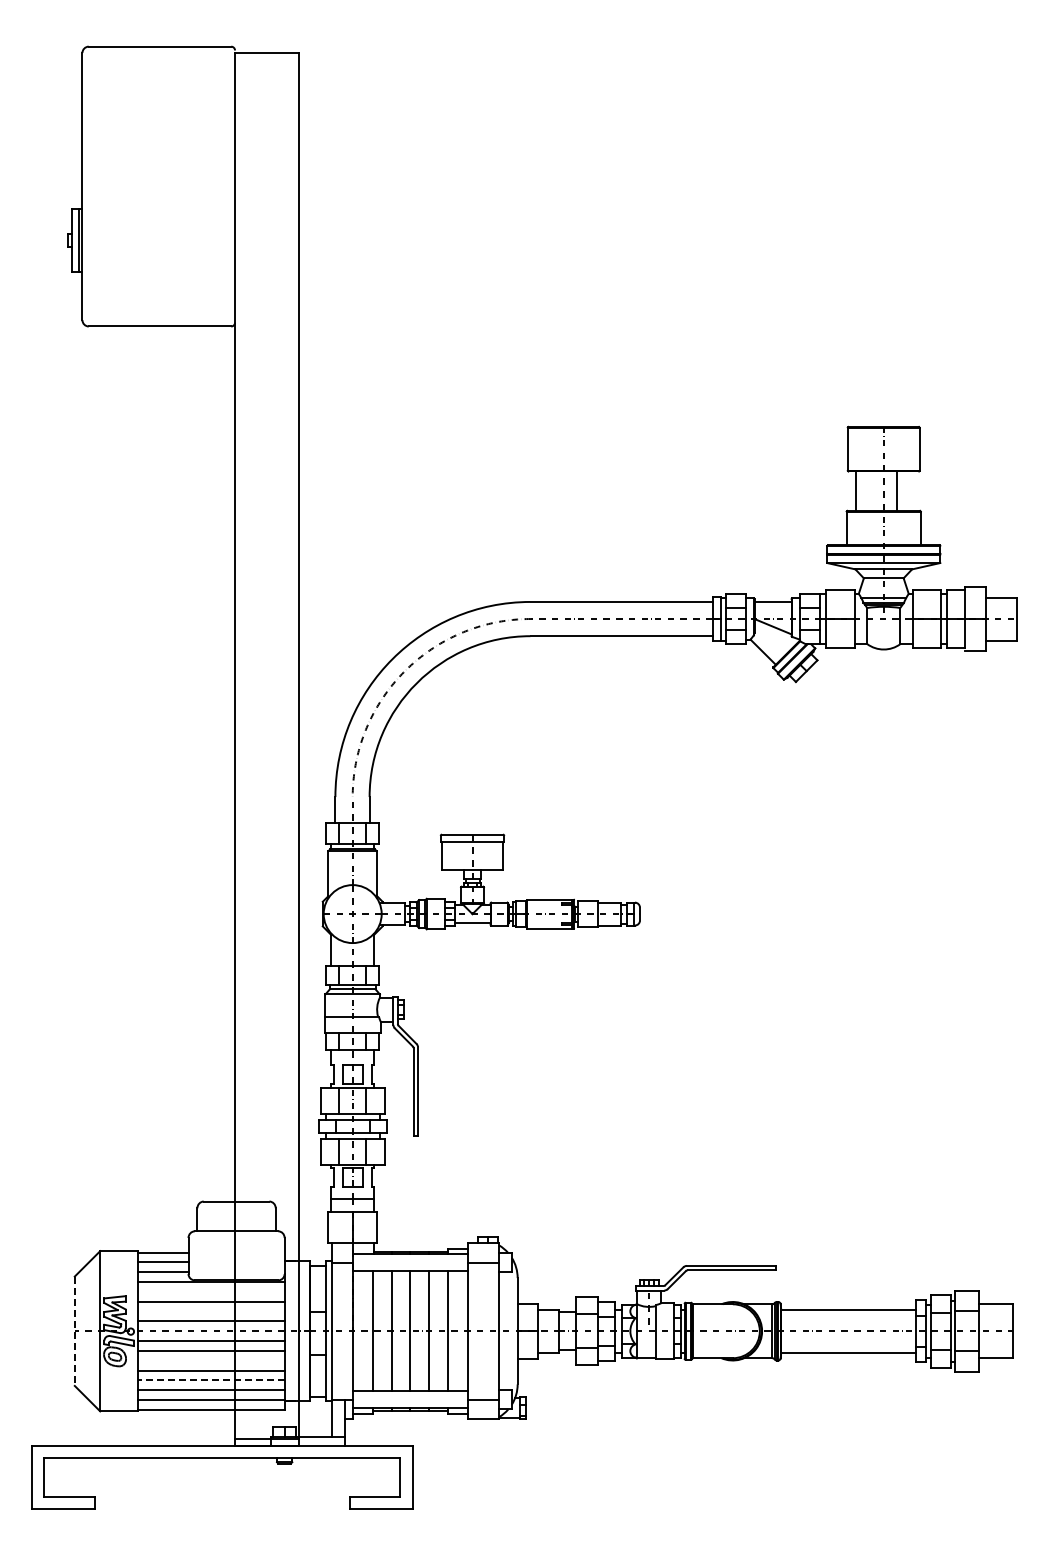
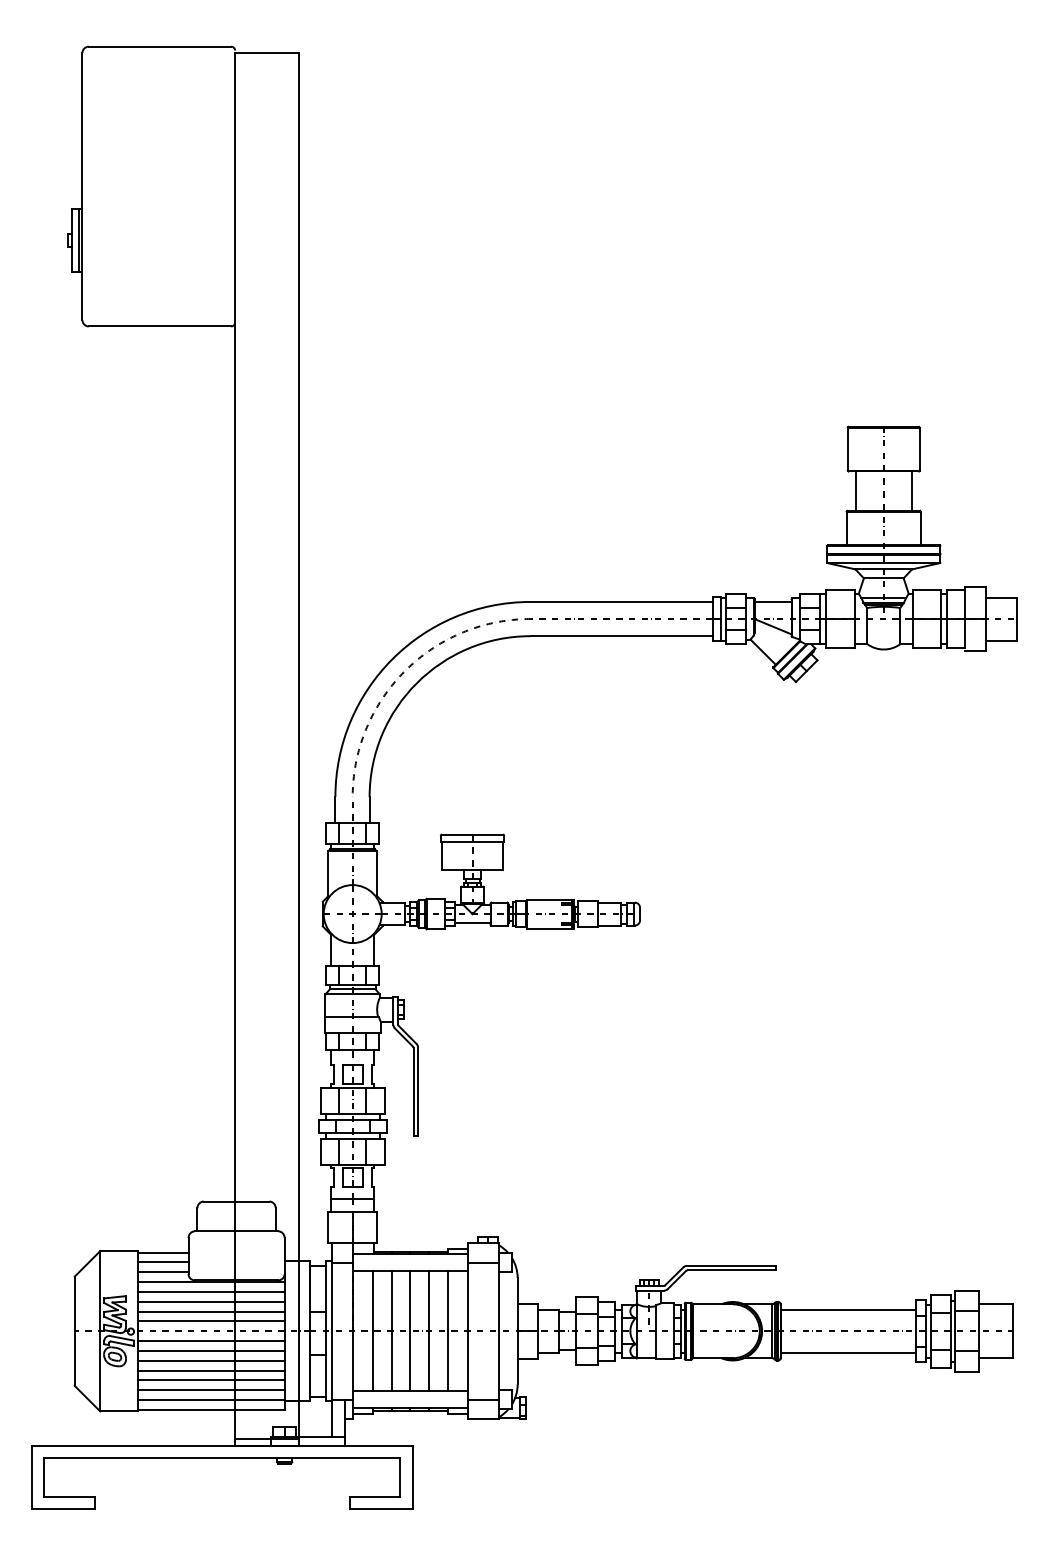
line at (896, 490) position: (896, 490) -> (911, 490)
line at (210, 1291): none -> present
line at (210, 1311): none -> present
line at (74, 1331): dashed -> solid
line at (210, 1360): none -> present
line at (210, 1380): dashed -> solid
